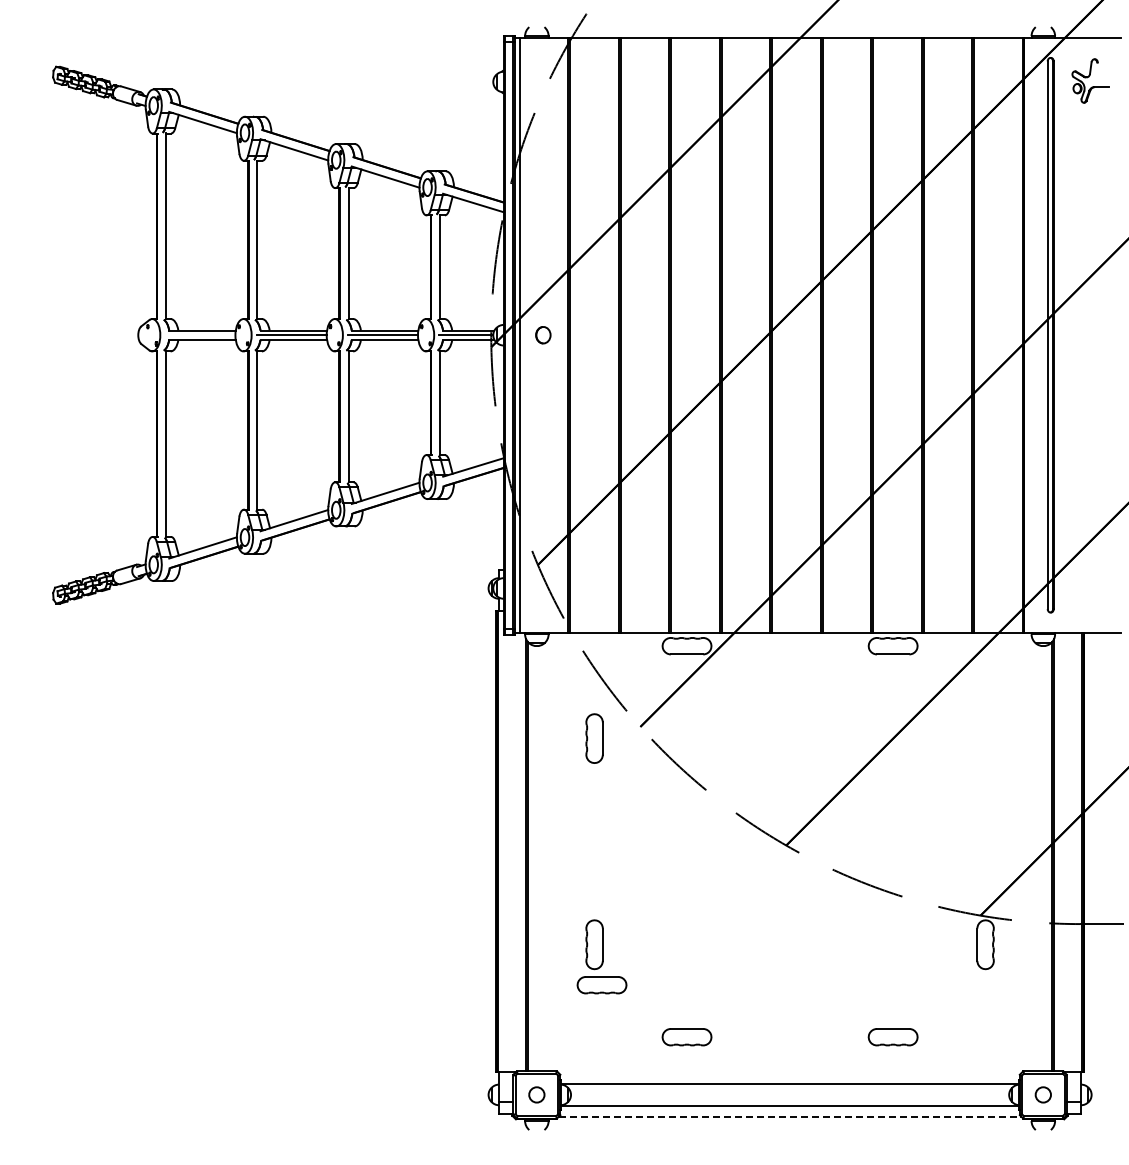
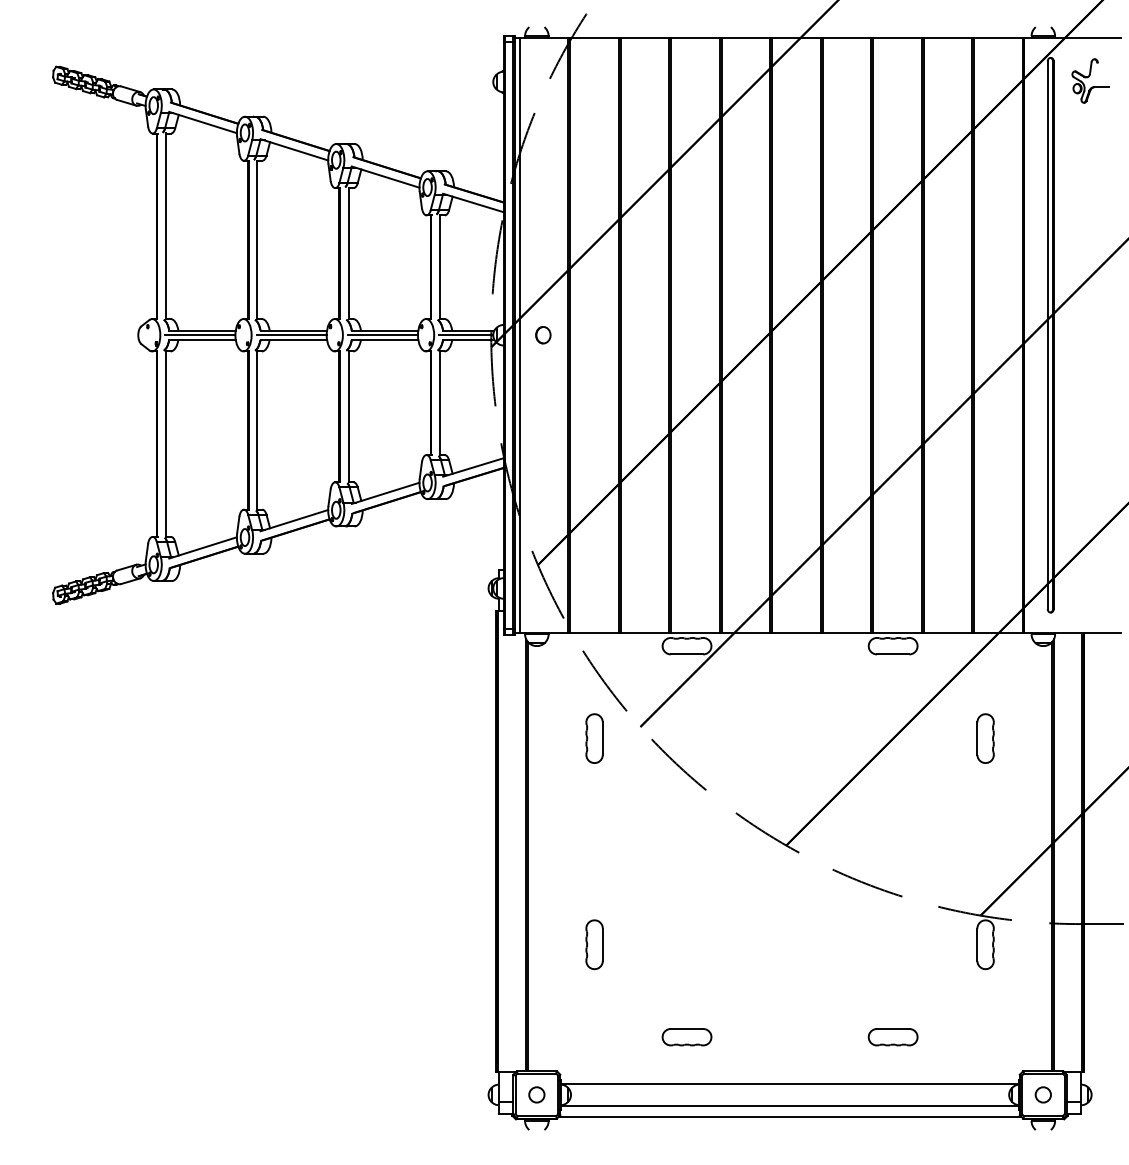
line at (200, 335): none -> present
part at (985, 738): none -> present
part at (601, 985): present -> none
line at (790, 1116): dashed -> solid
